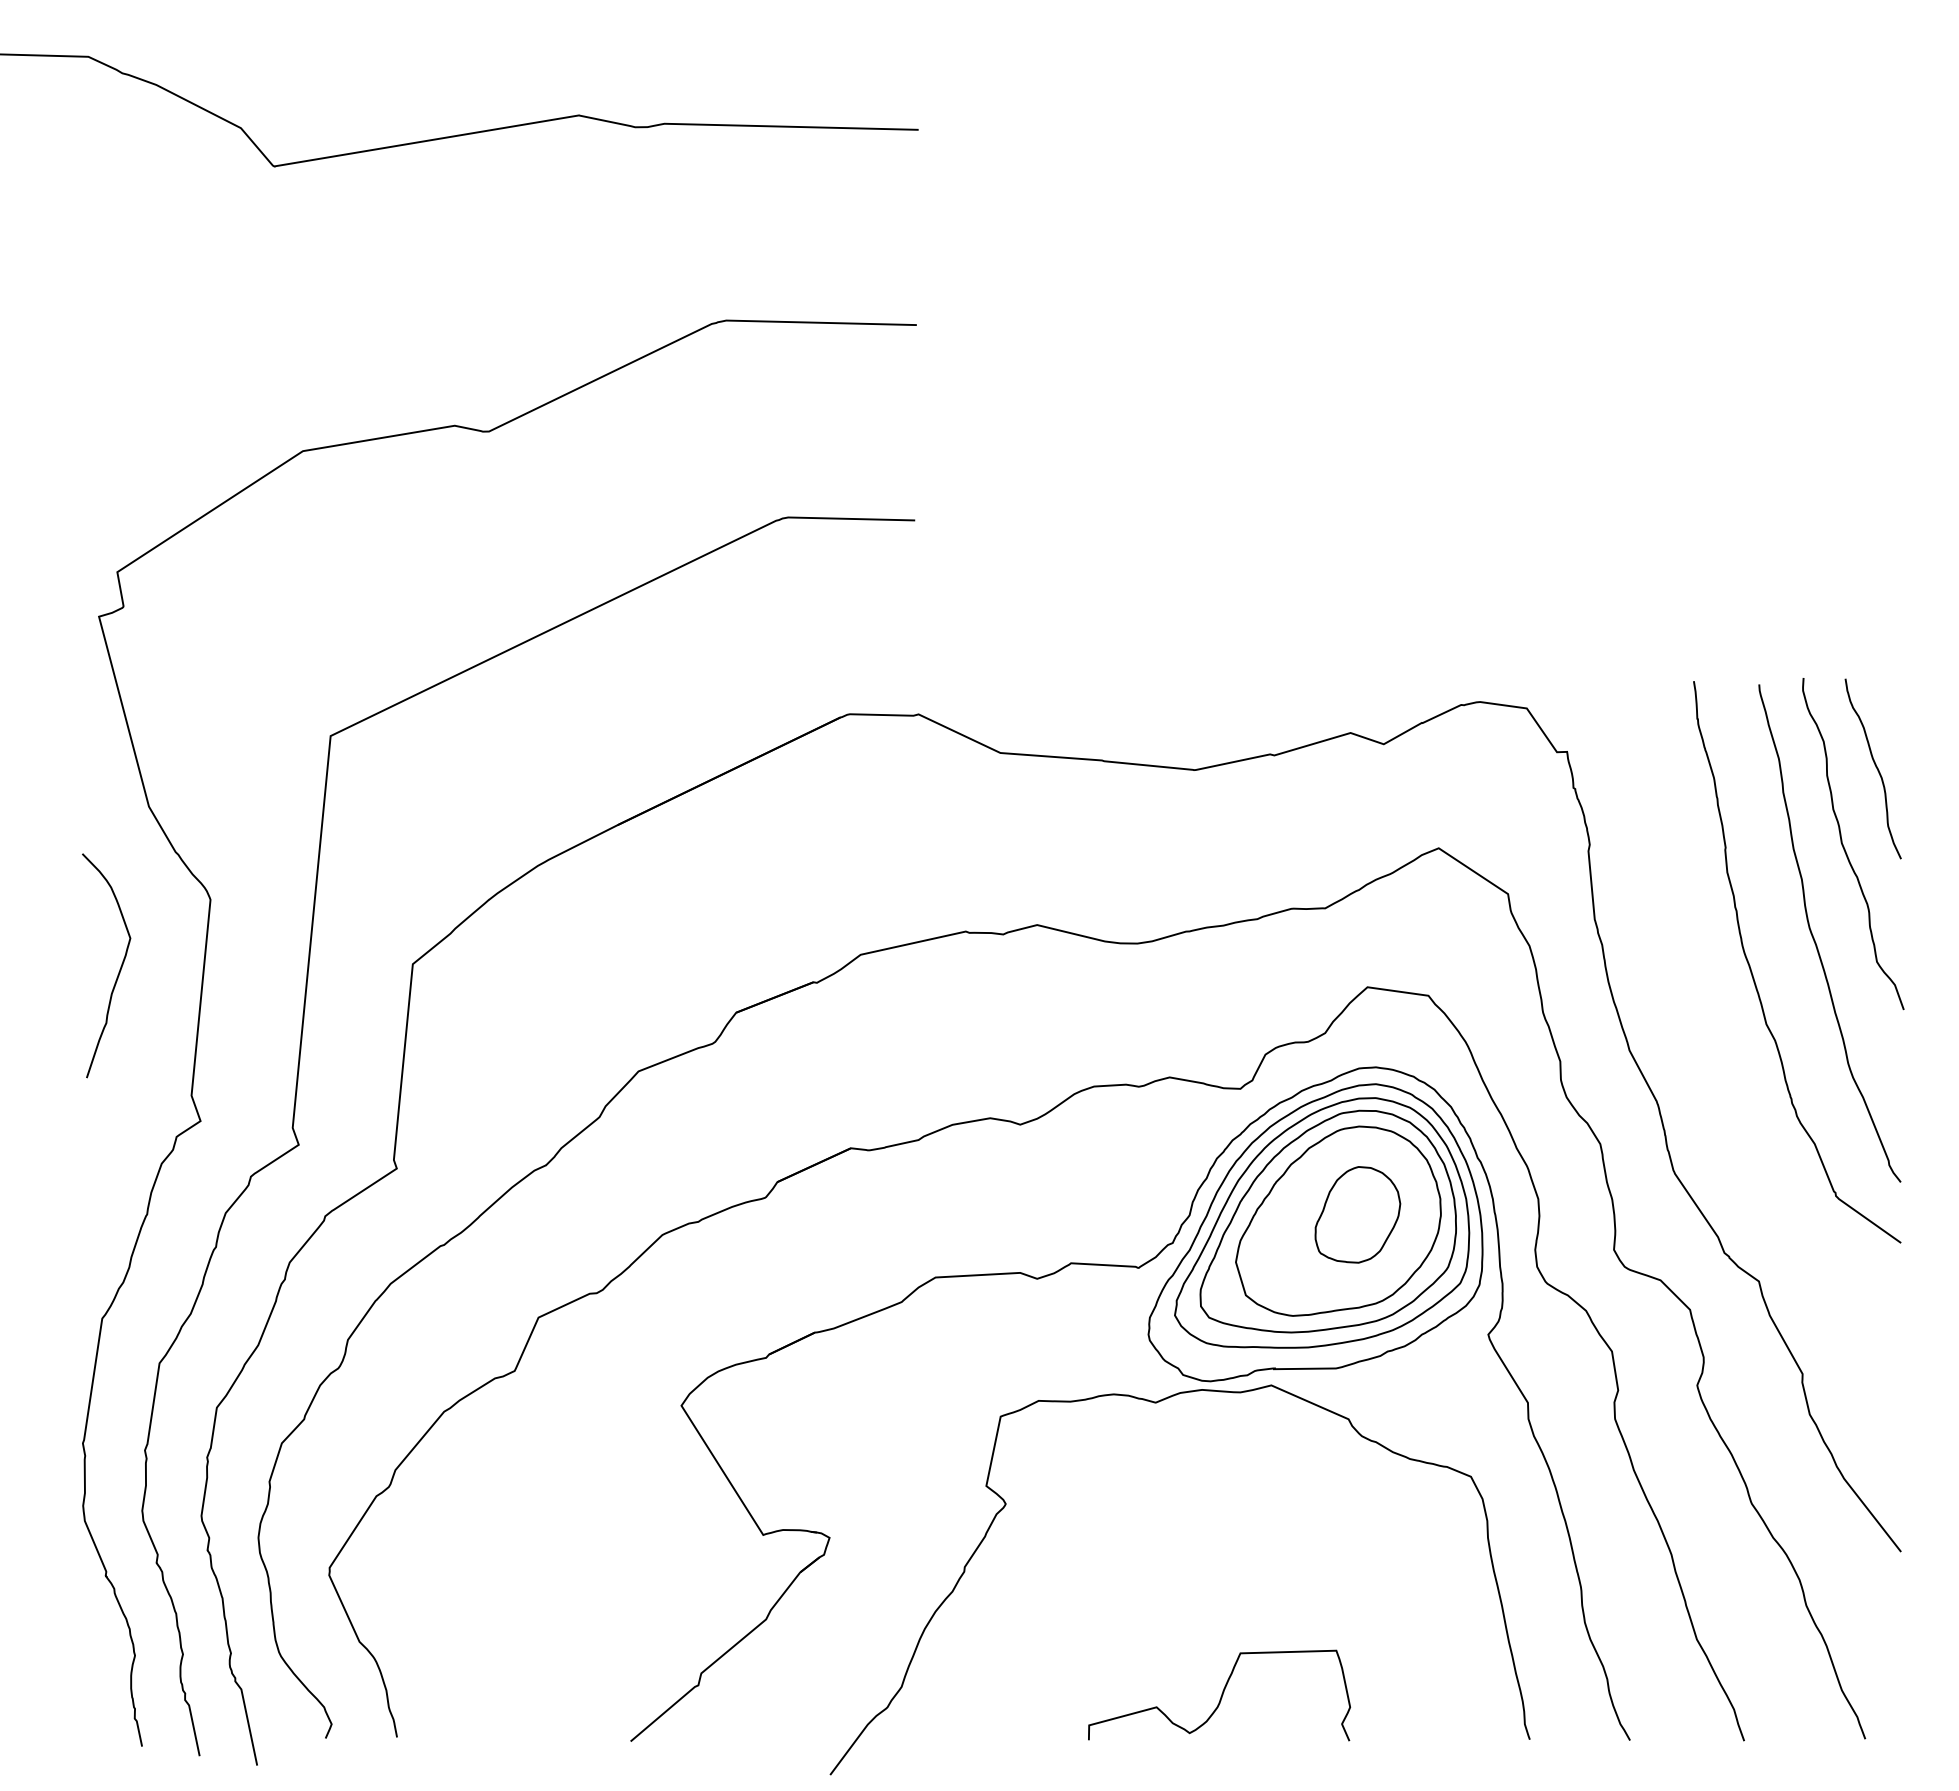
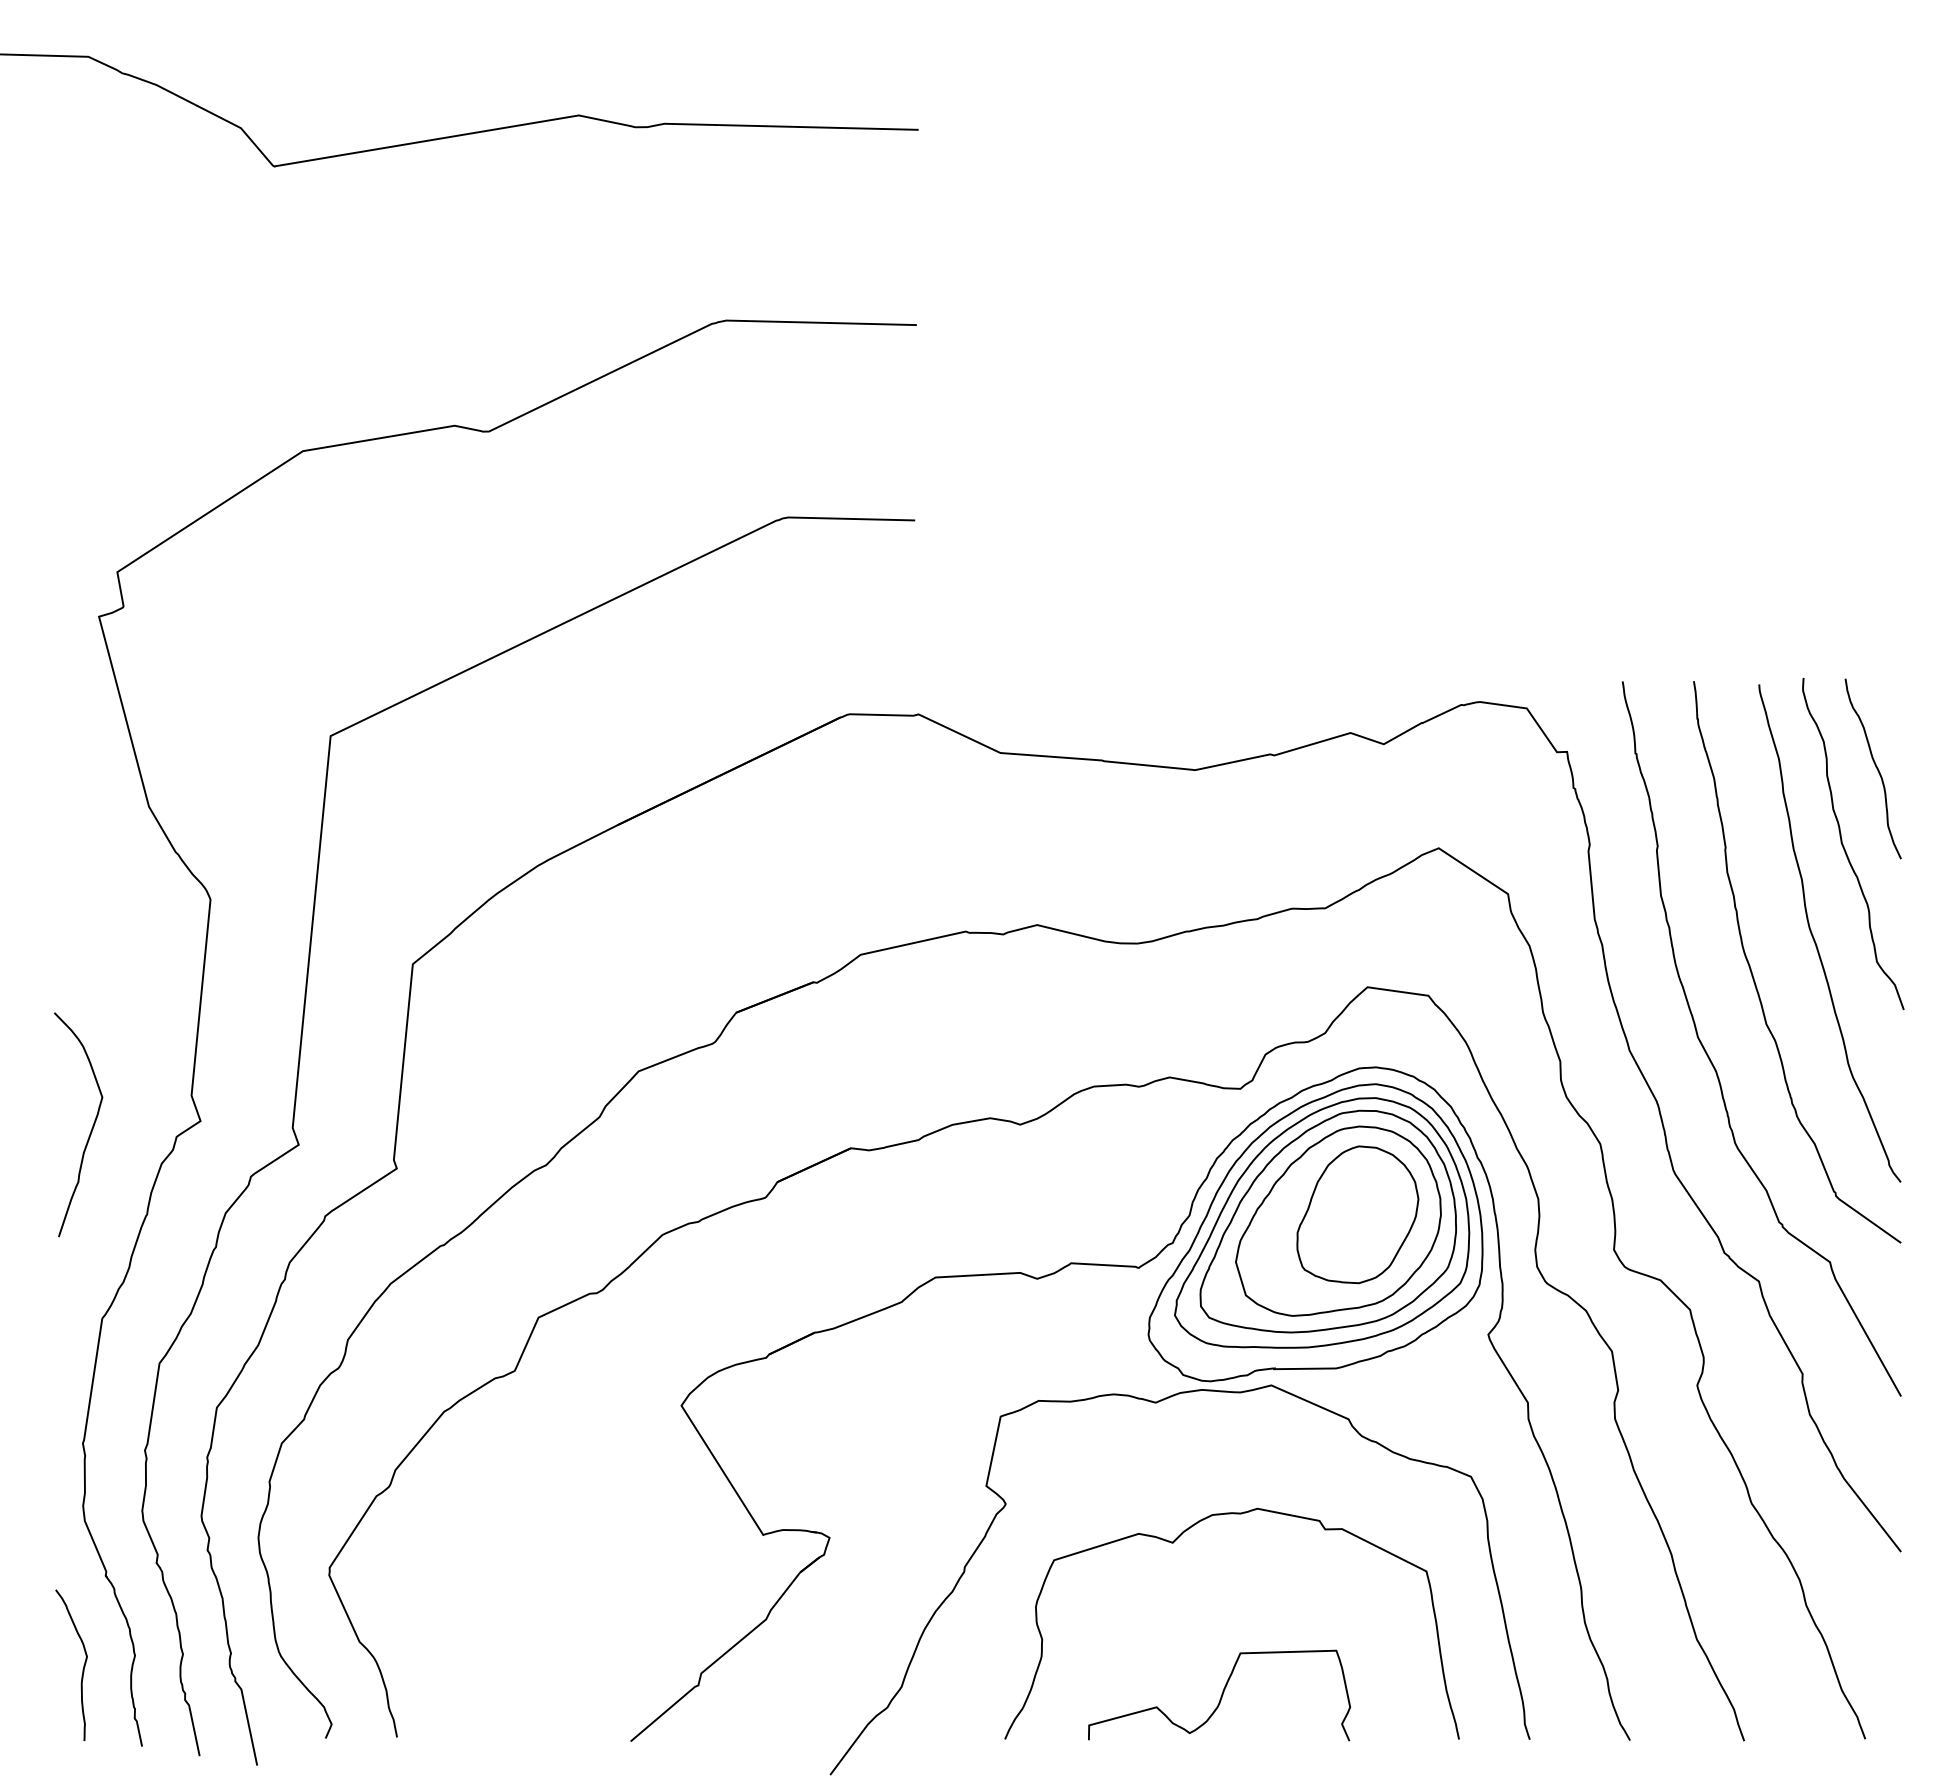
curve at (119, 969) position: (119, 969) -> (91, 1128)
curve at (1715, 1067): none -> present
part at (1357, 1214) size: 88x98 px -> 124x140 px
curve at (1173, 1543): none -> present
curve at (83, 1665): none -> present
